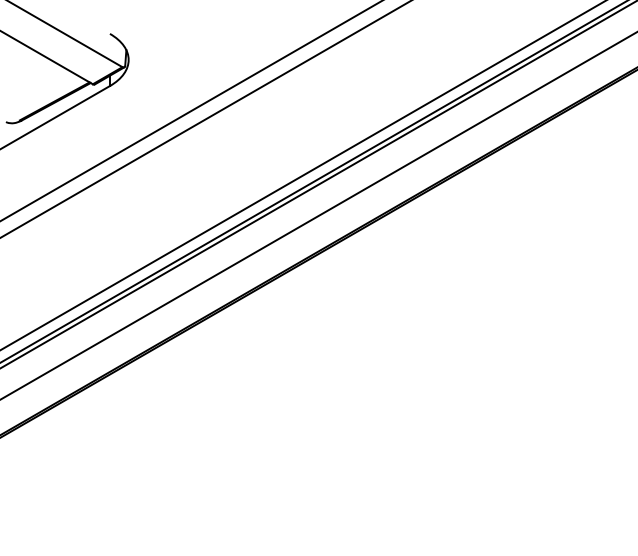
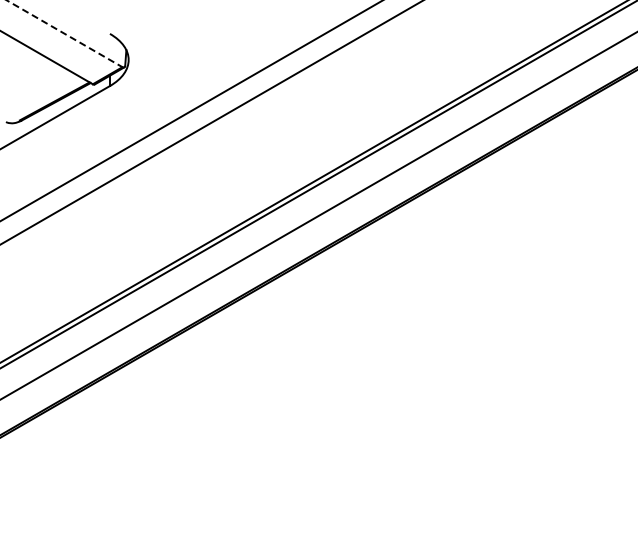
line at (64, 33): solid -> dashed
line at (205, 119) position: (205, 119) -> (211, 122)
line at (302, 175): present -> none
